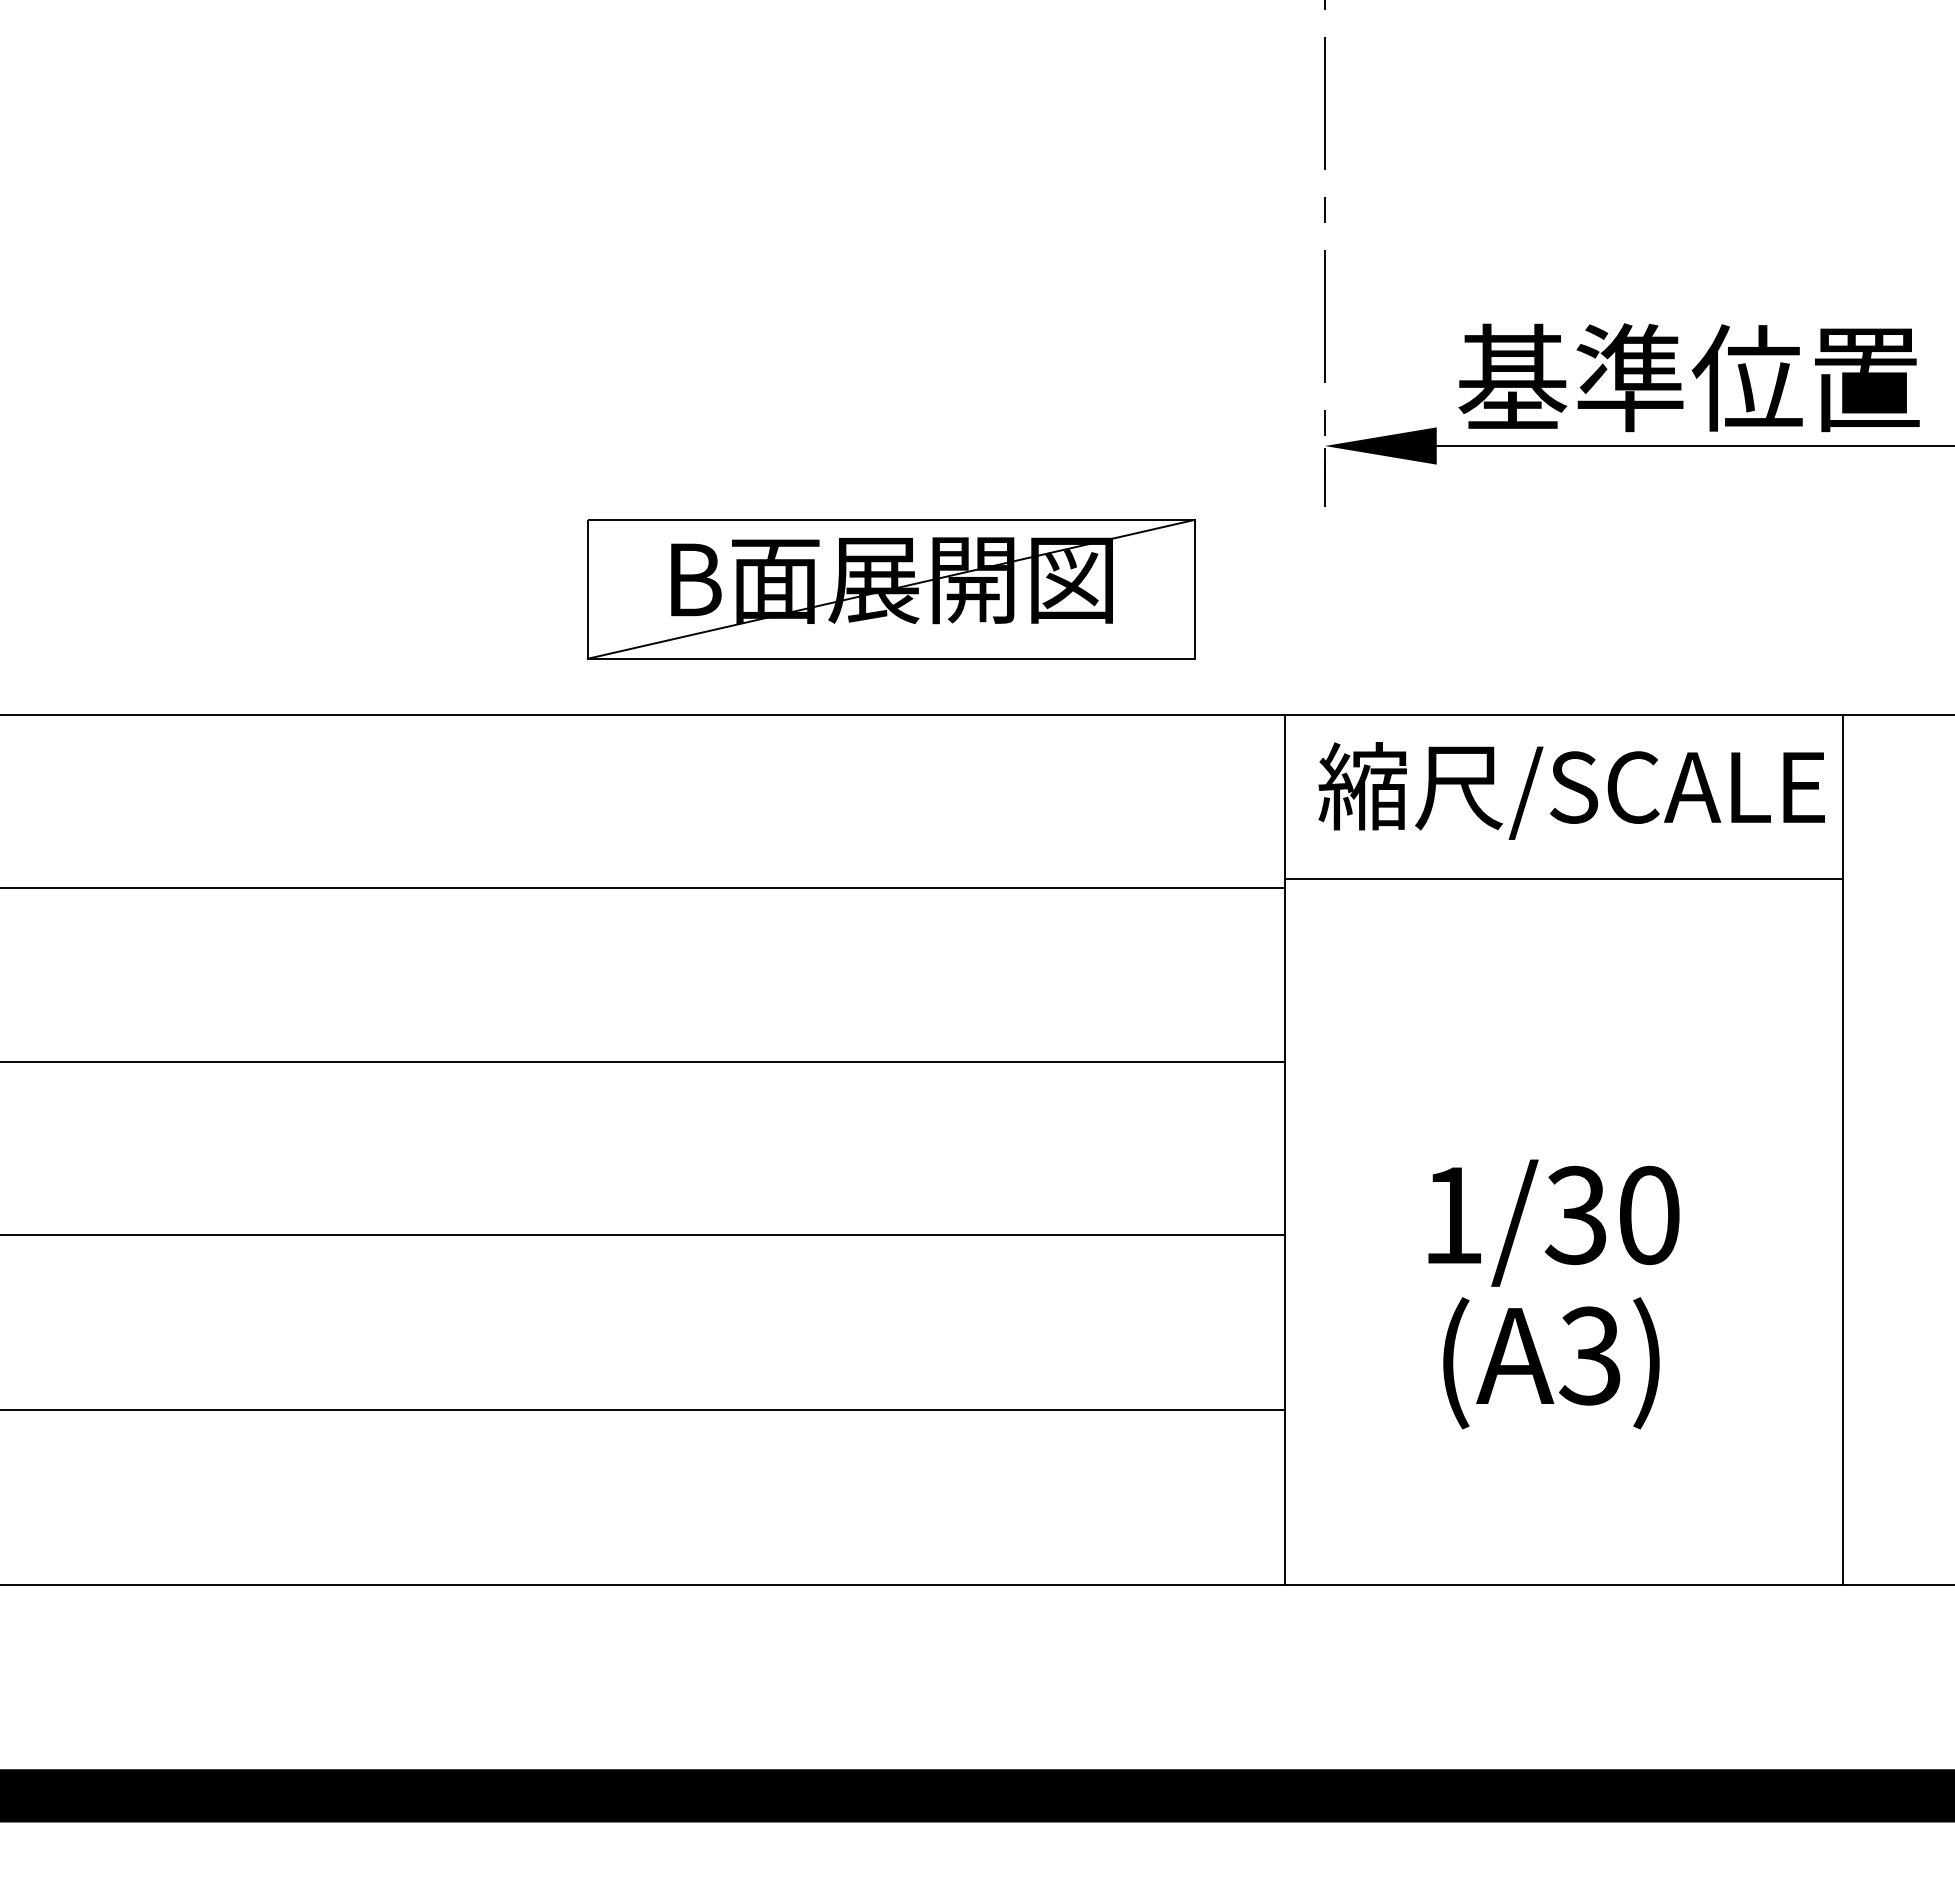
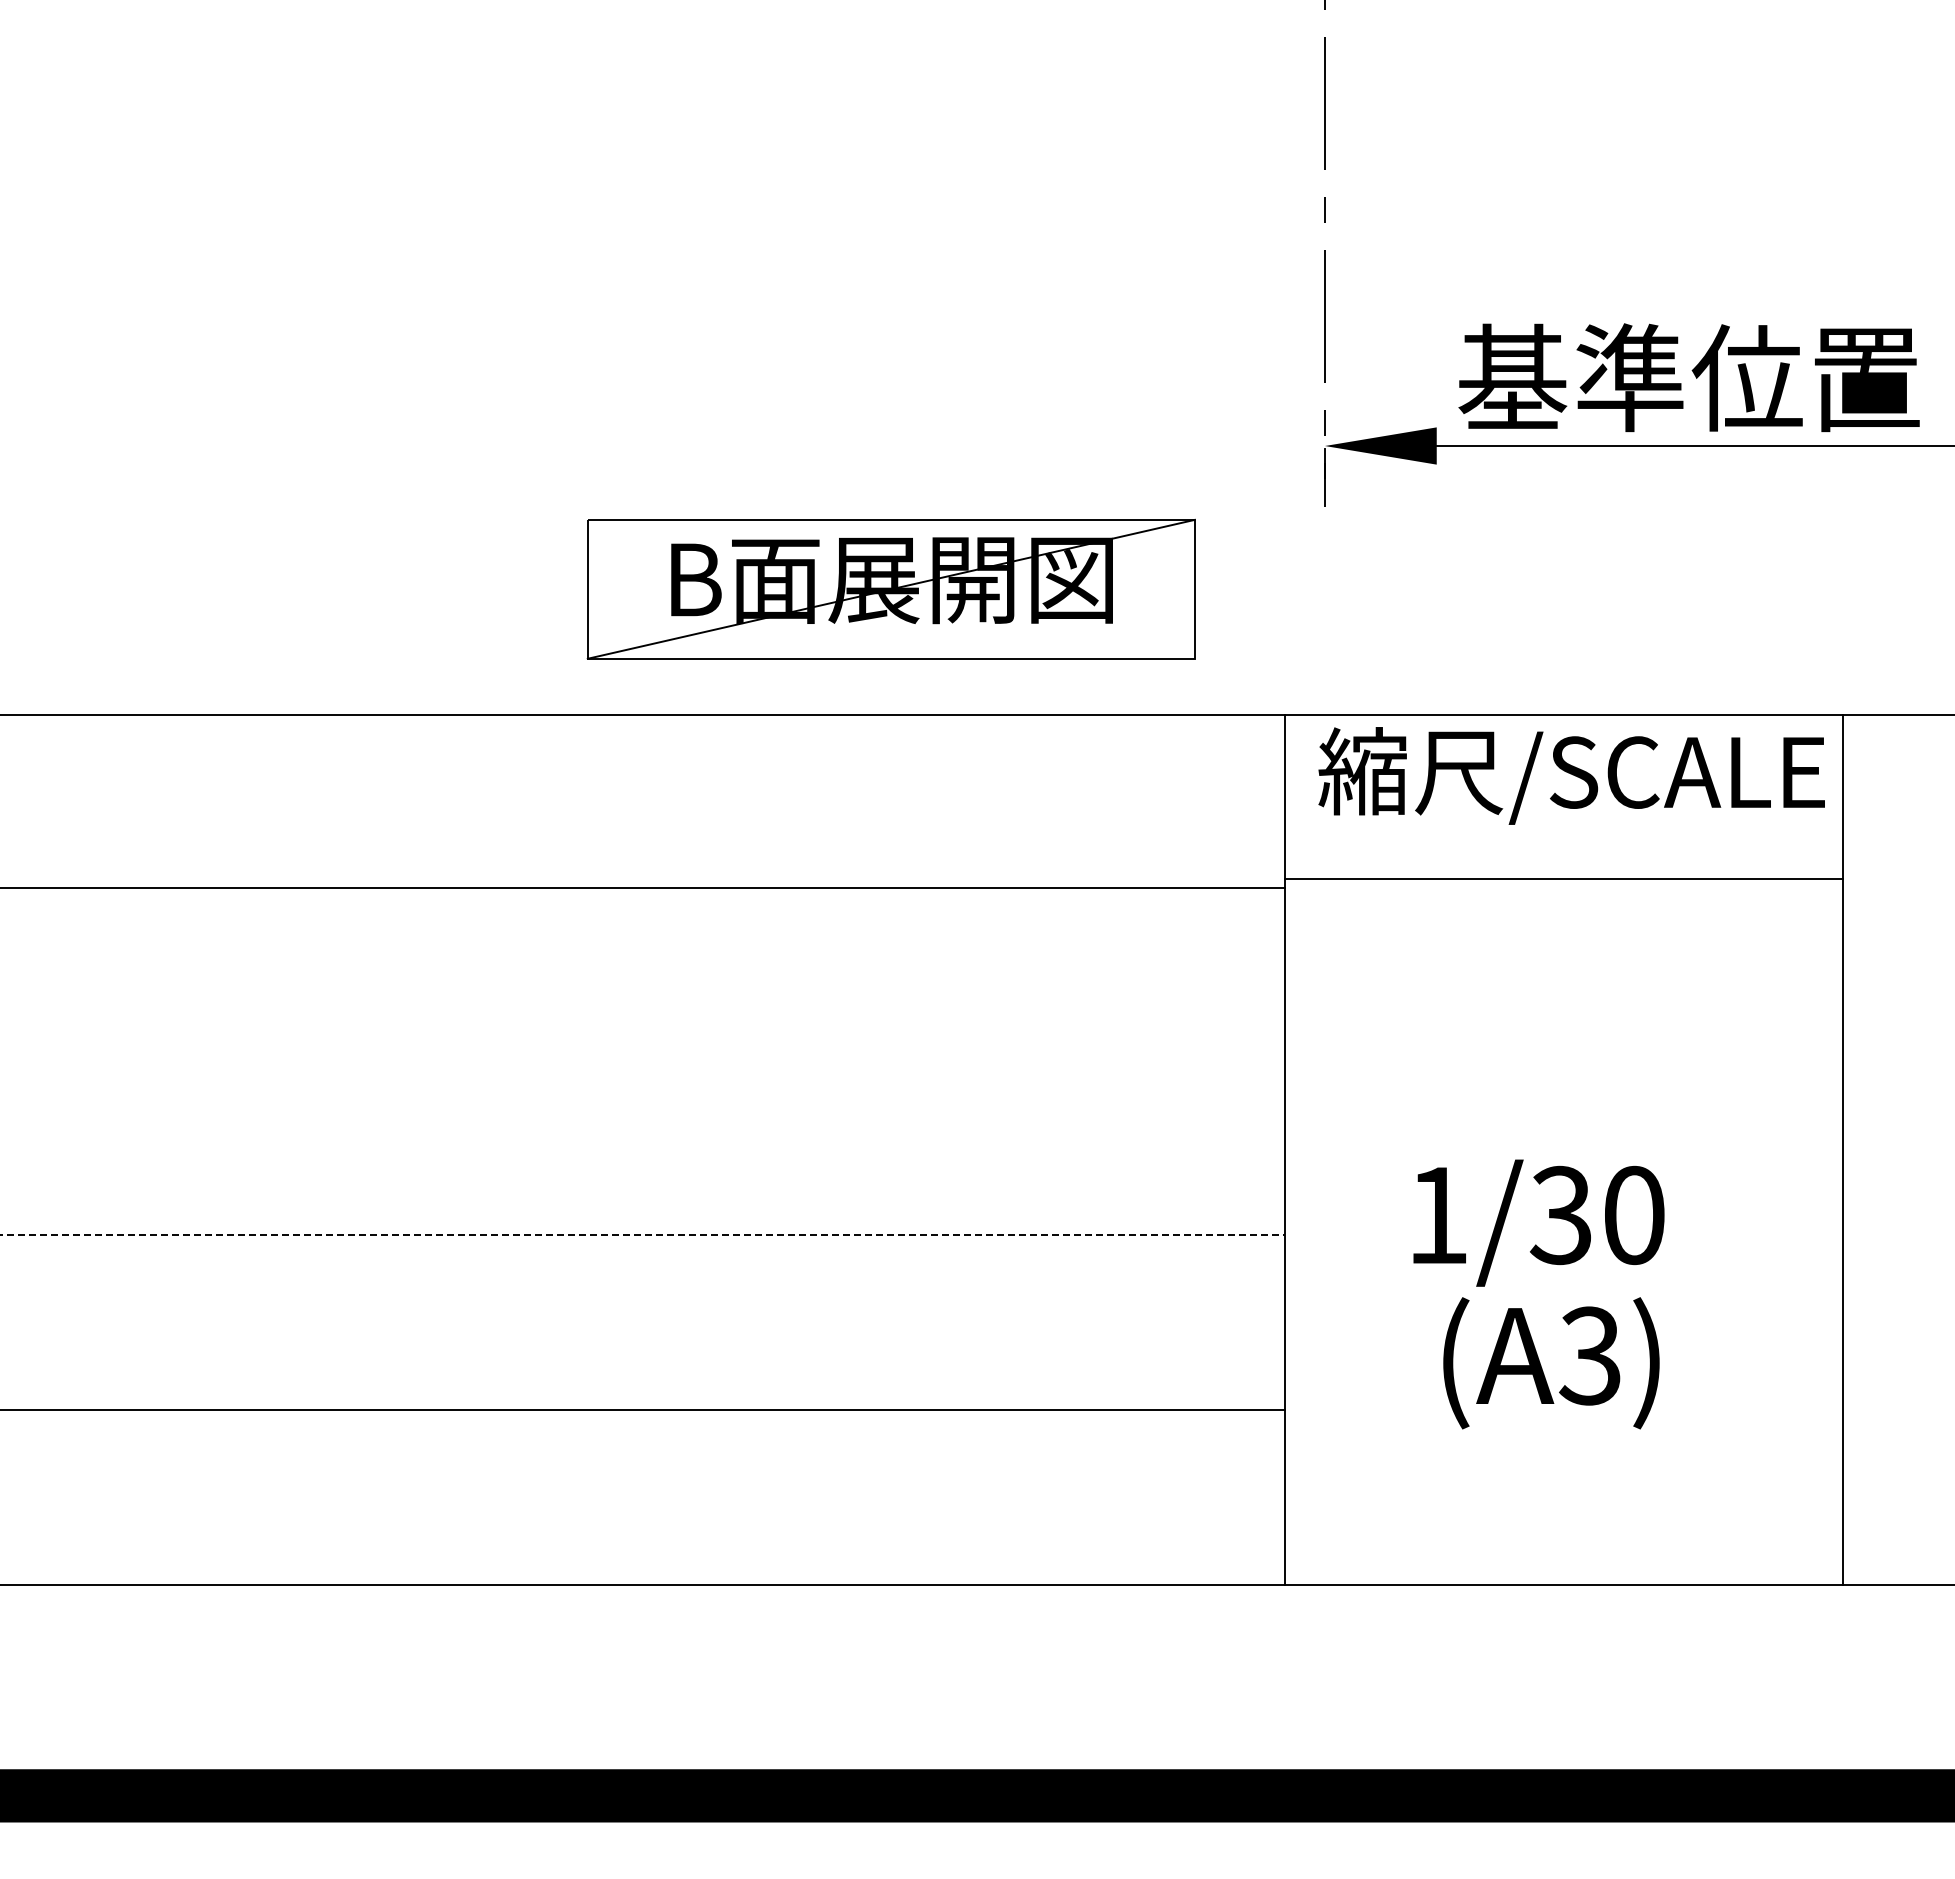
text at (1571, 790) position: (1571, 790) -> (1571, 775)
line at (643, 1061): present -> none
text at (1553, 1222) position: (1553, 1222) -> (1538, 1222)
line at (642, 1235): solid -> dashed
